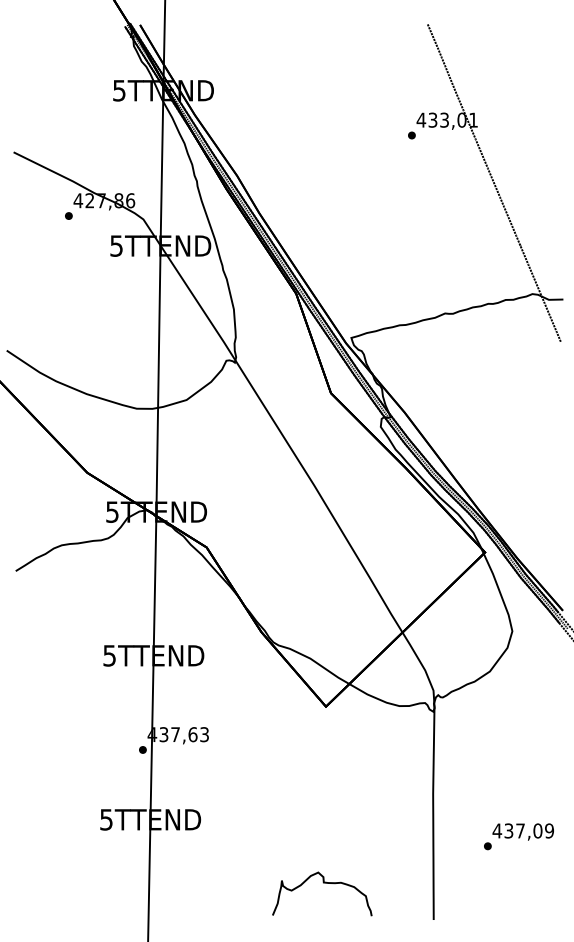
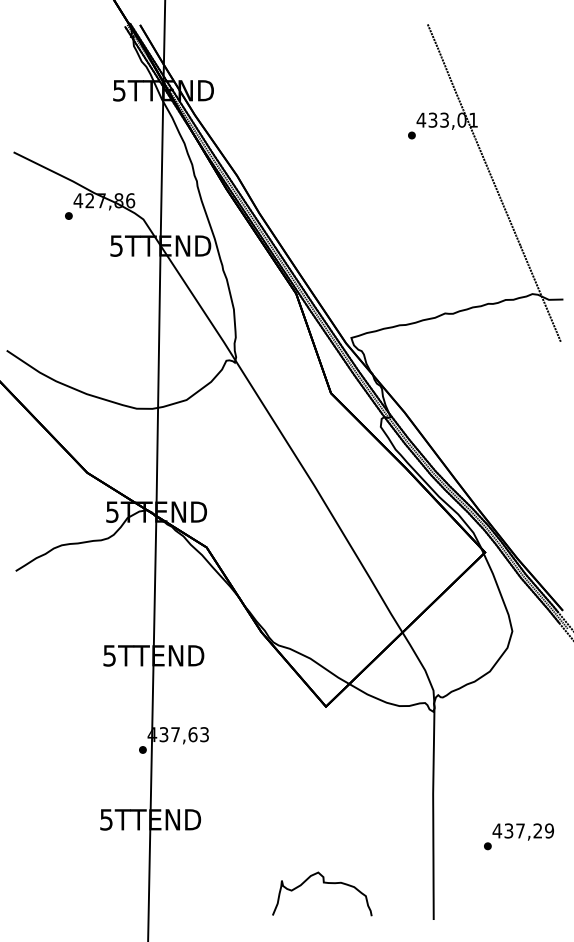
text at (537, 830): 437,09 -> 437,29
